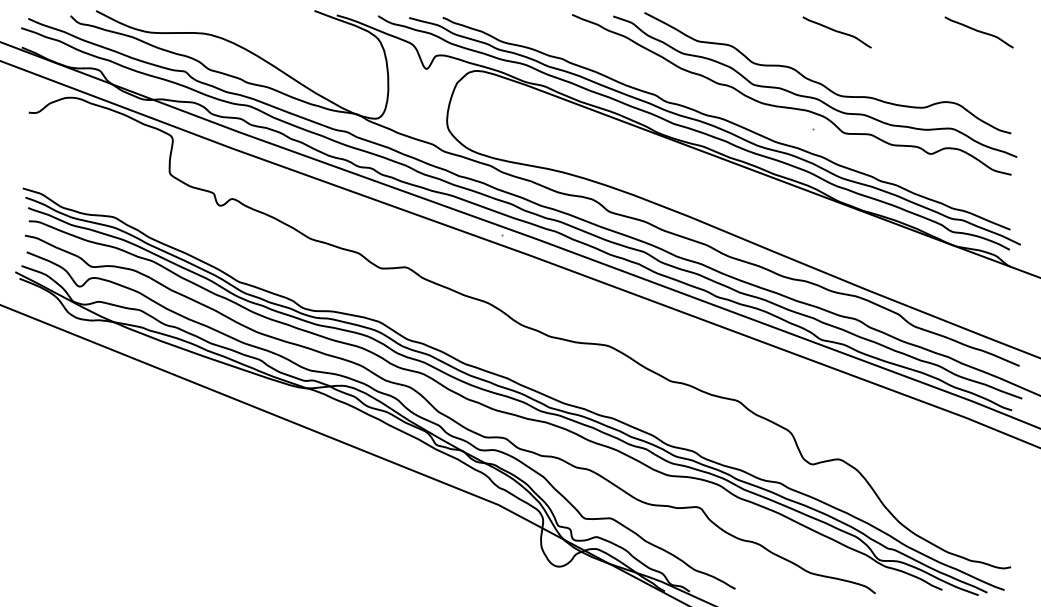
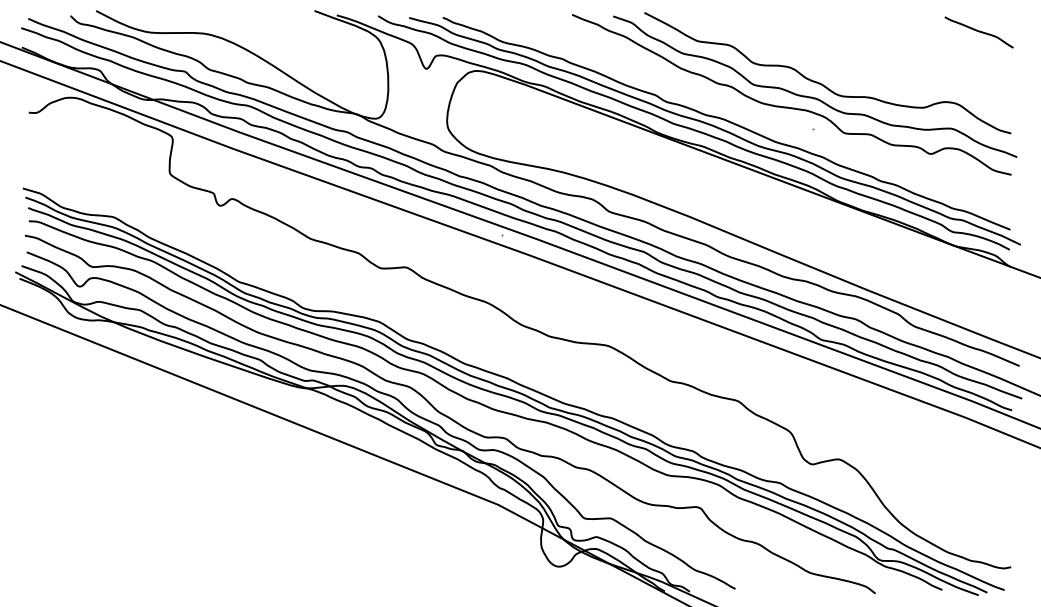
curve at (836, 32): present -> none
